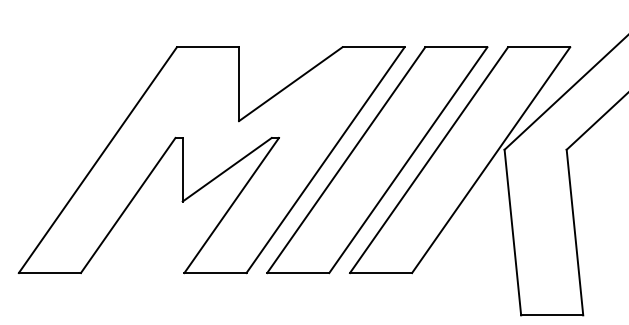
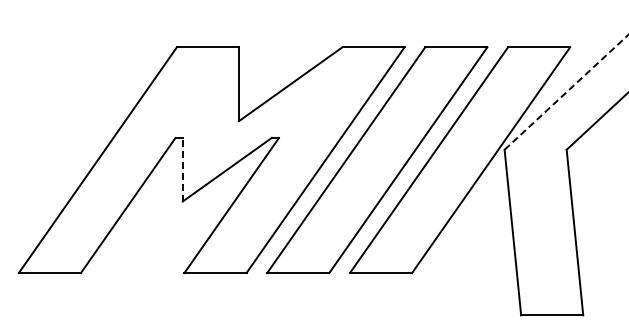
line at (566, 92): solid -> dashed
line at (182, 169): solid -> dashed
